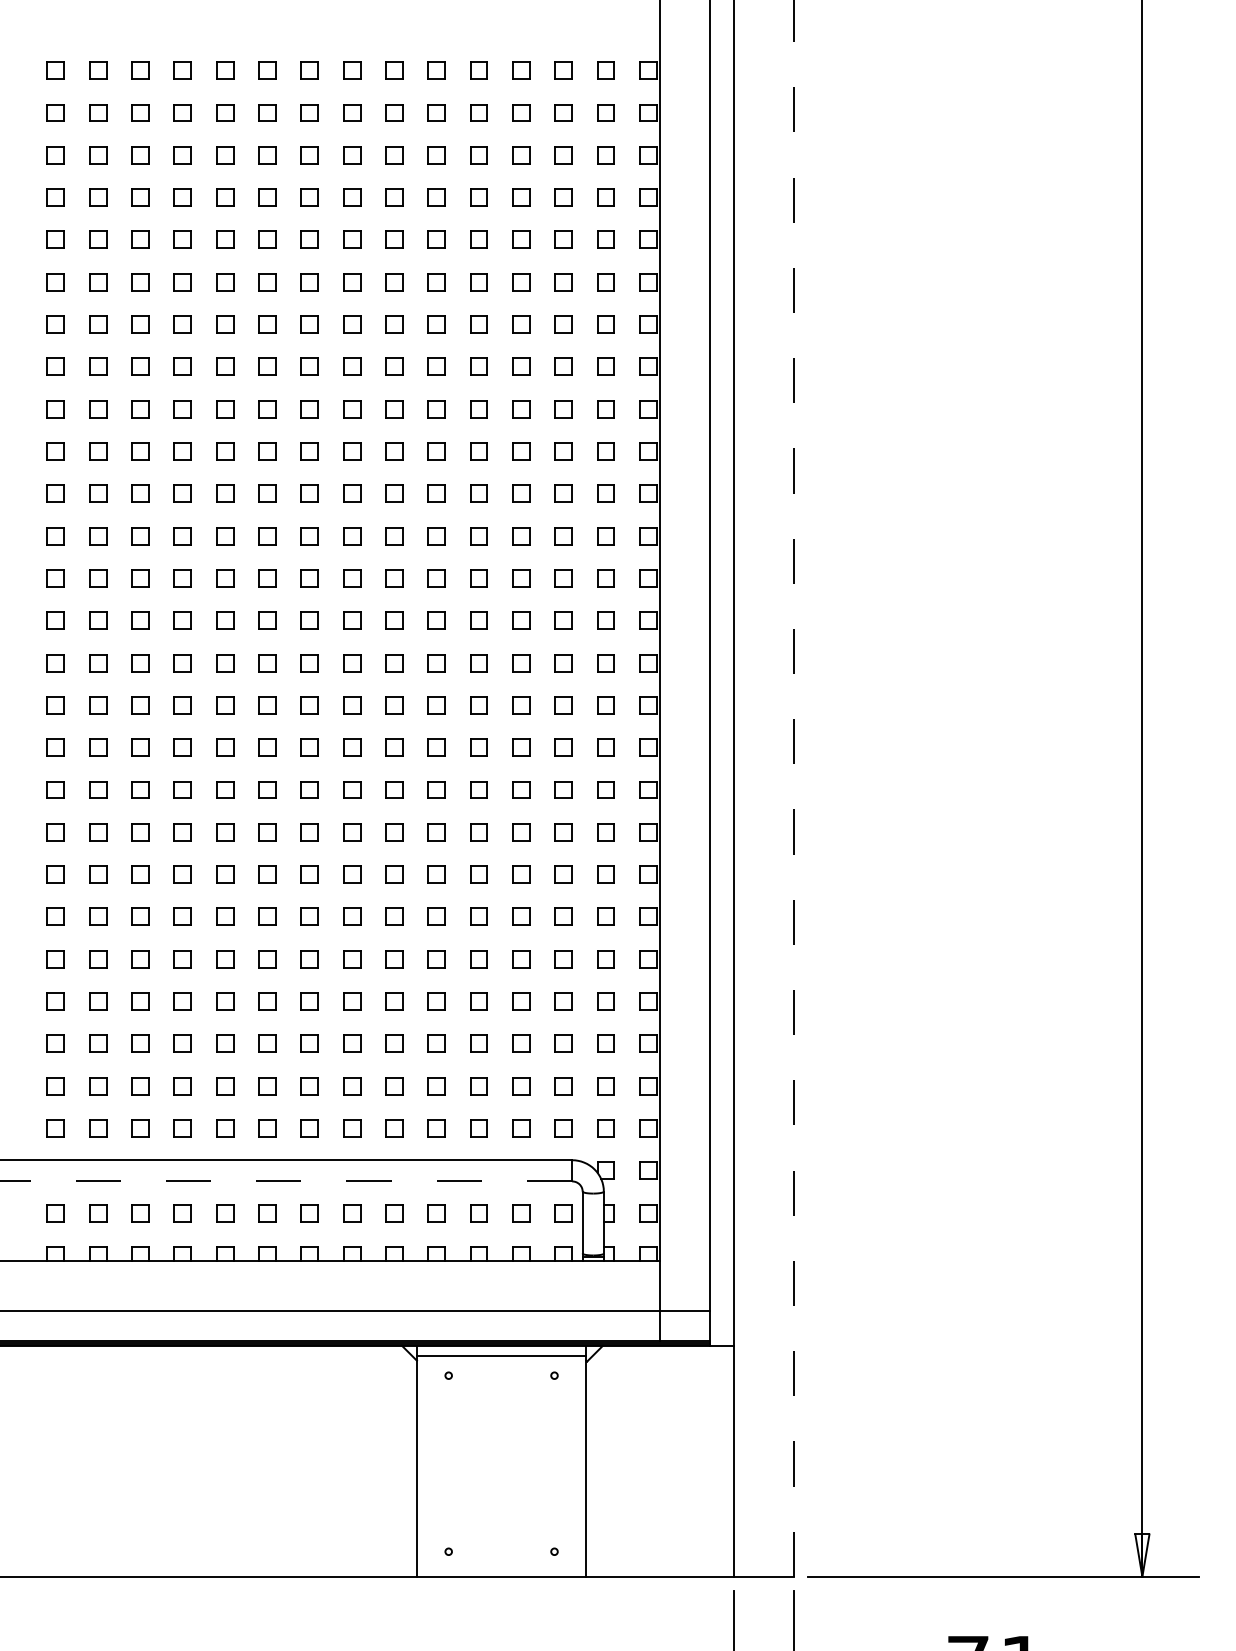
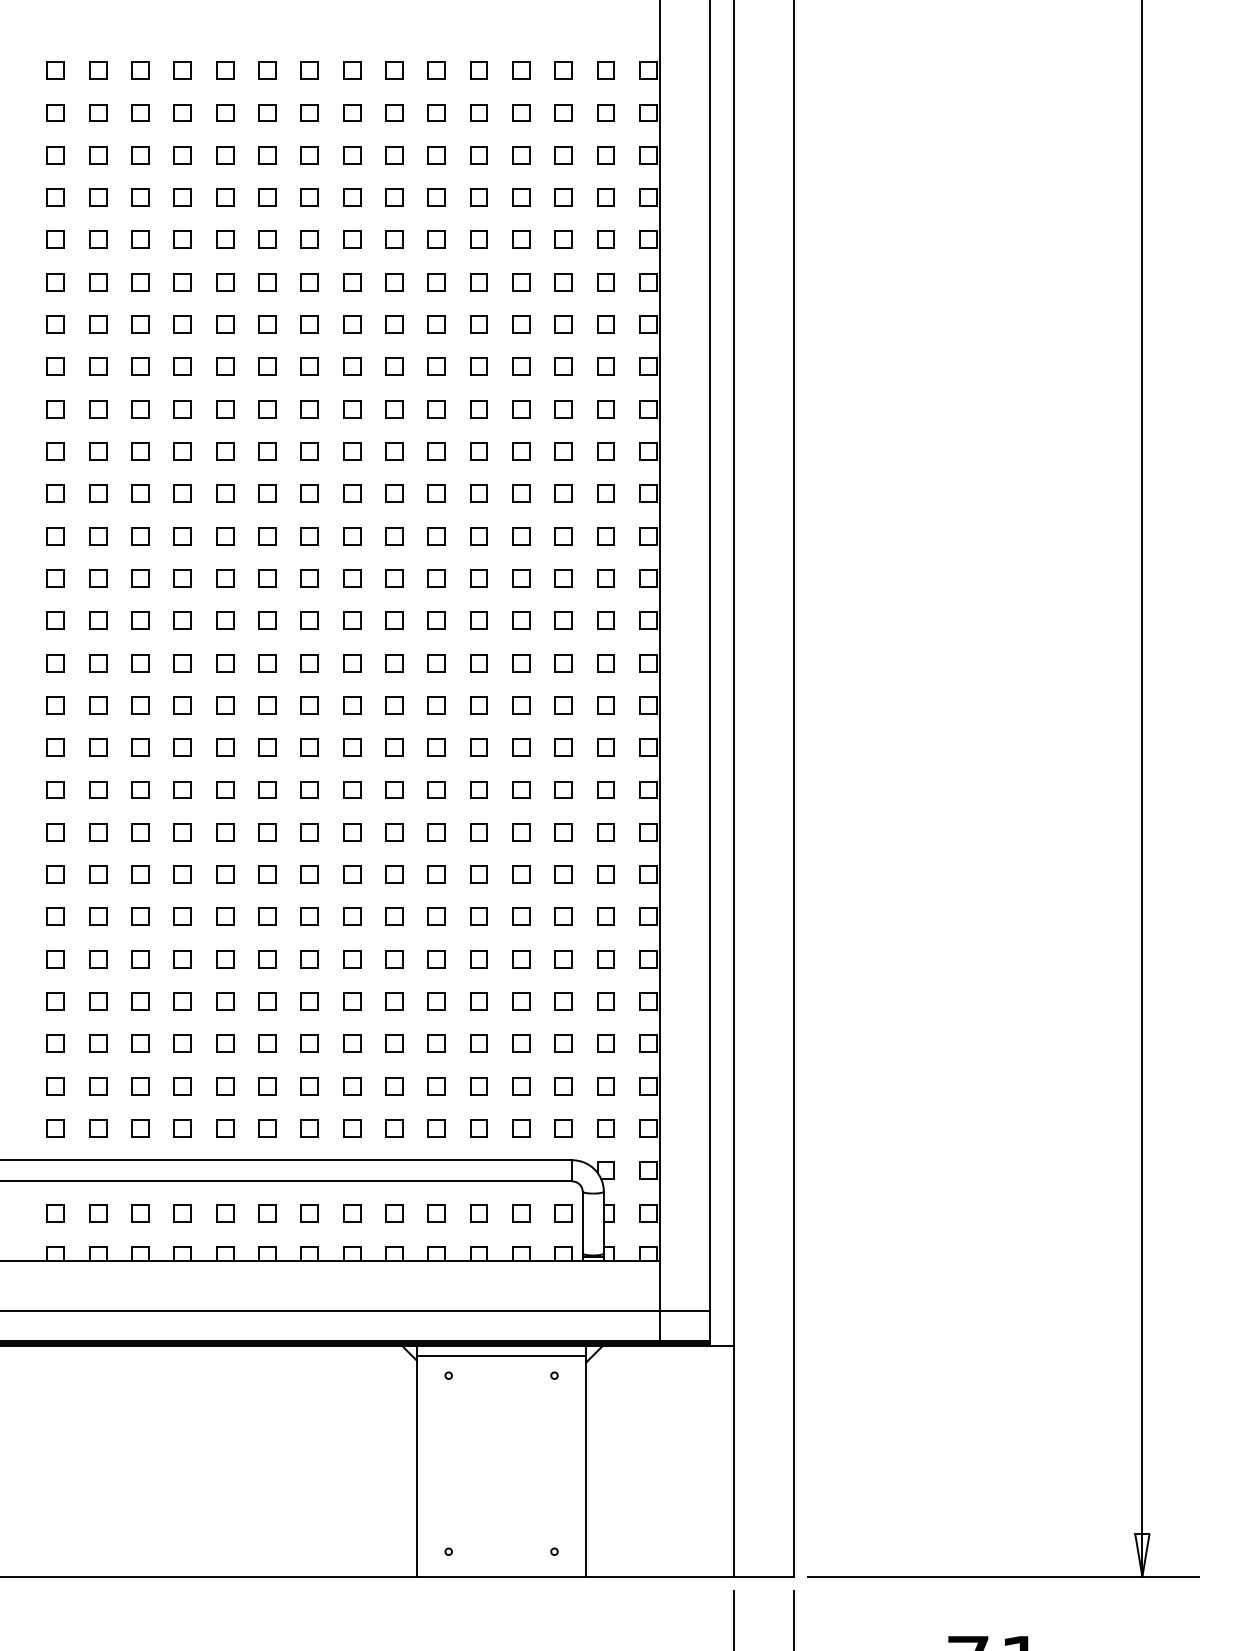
line at (794, 788): dashed -> solid
line at (286, 1181): dashed -> solid
